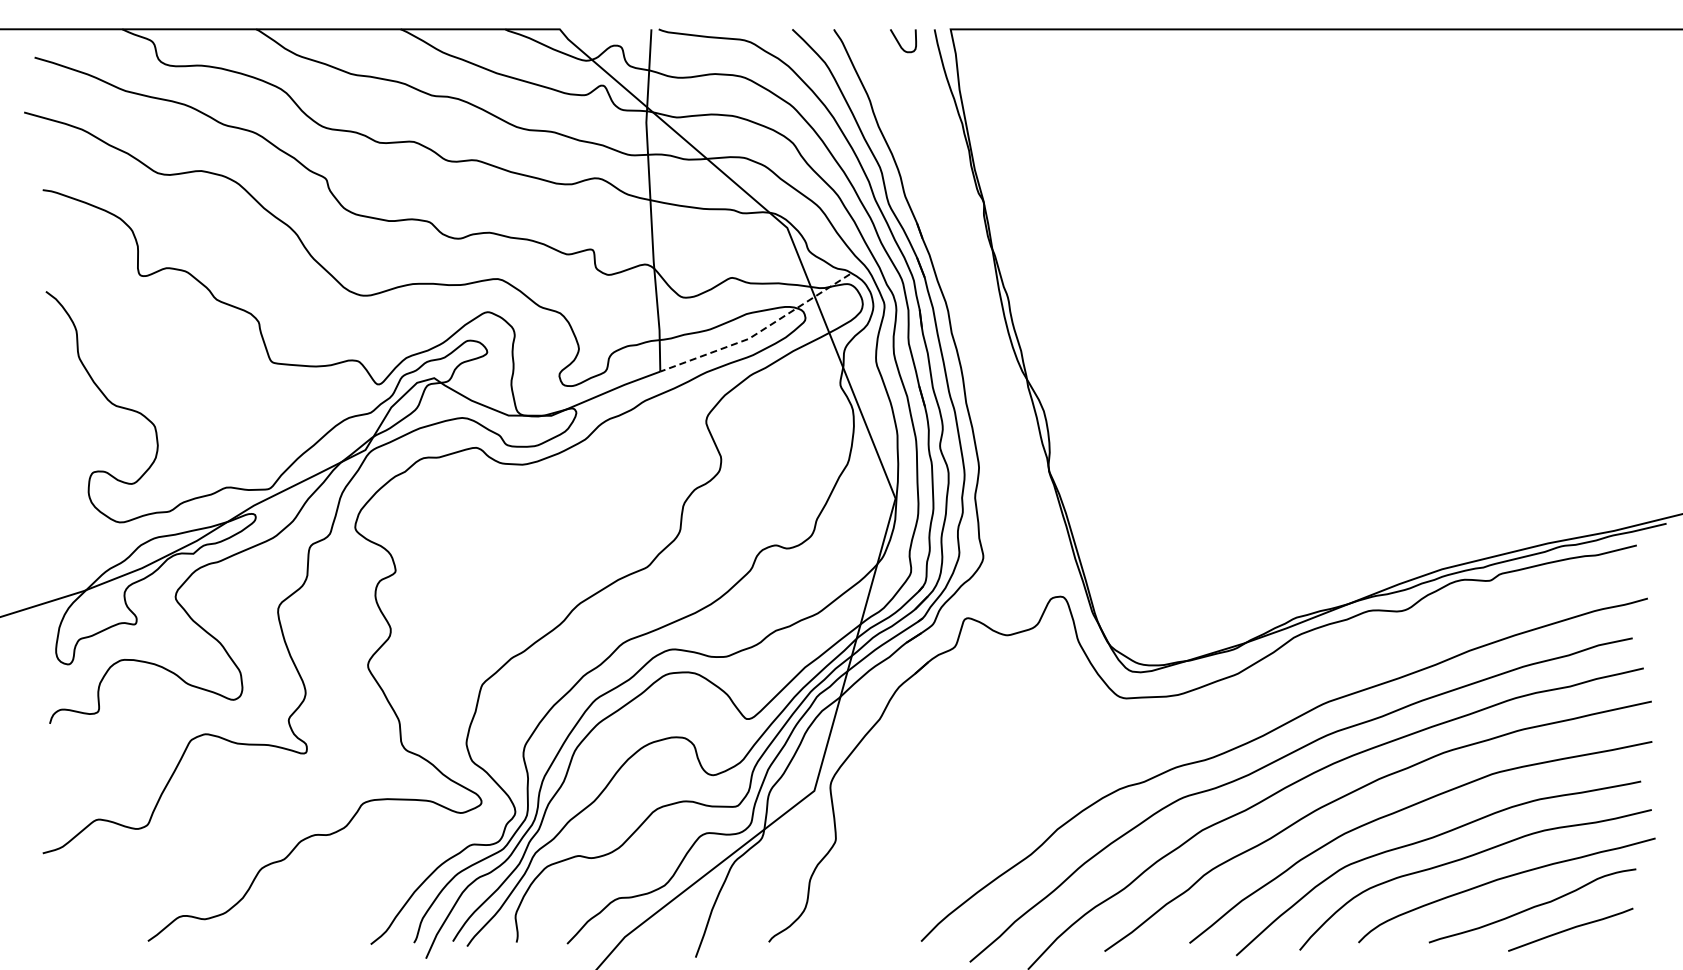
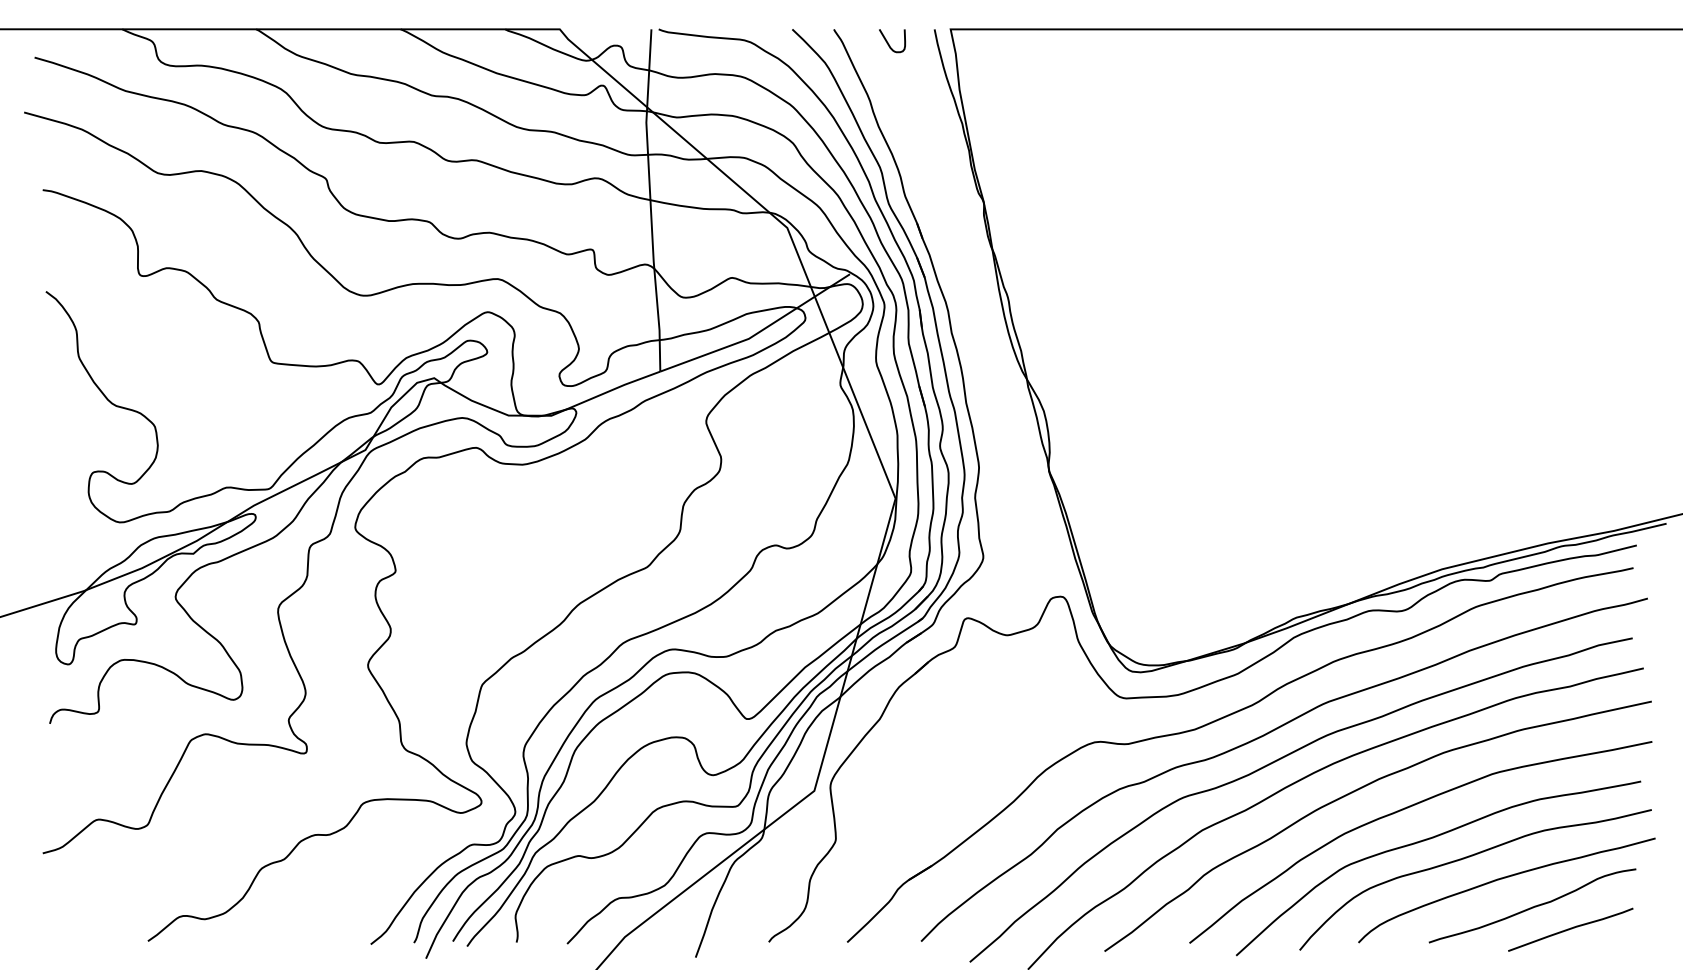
curve at (899, 42) position: (899, 42) -> (888, 42)
line at (759, 332): dashed -> solid
part at (1224, 718): none -> present
